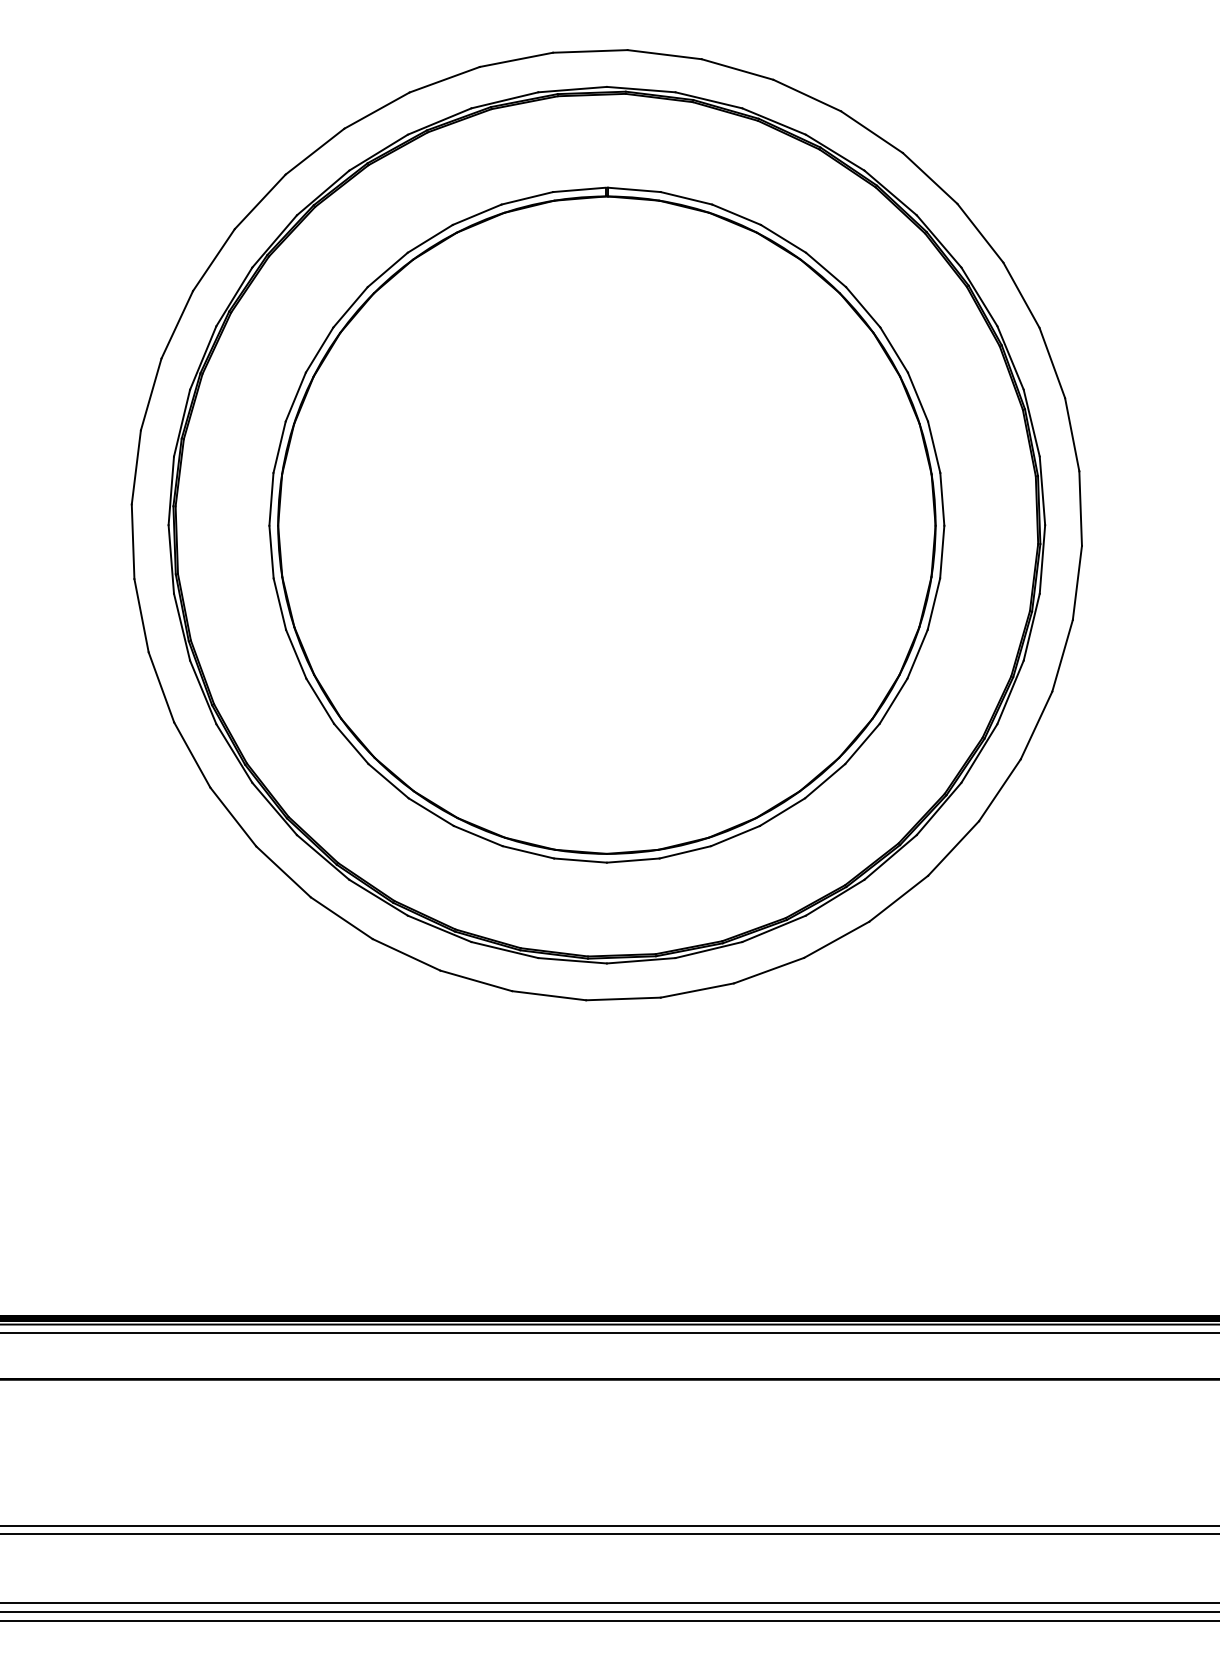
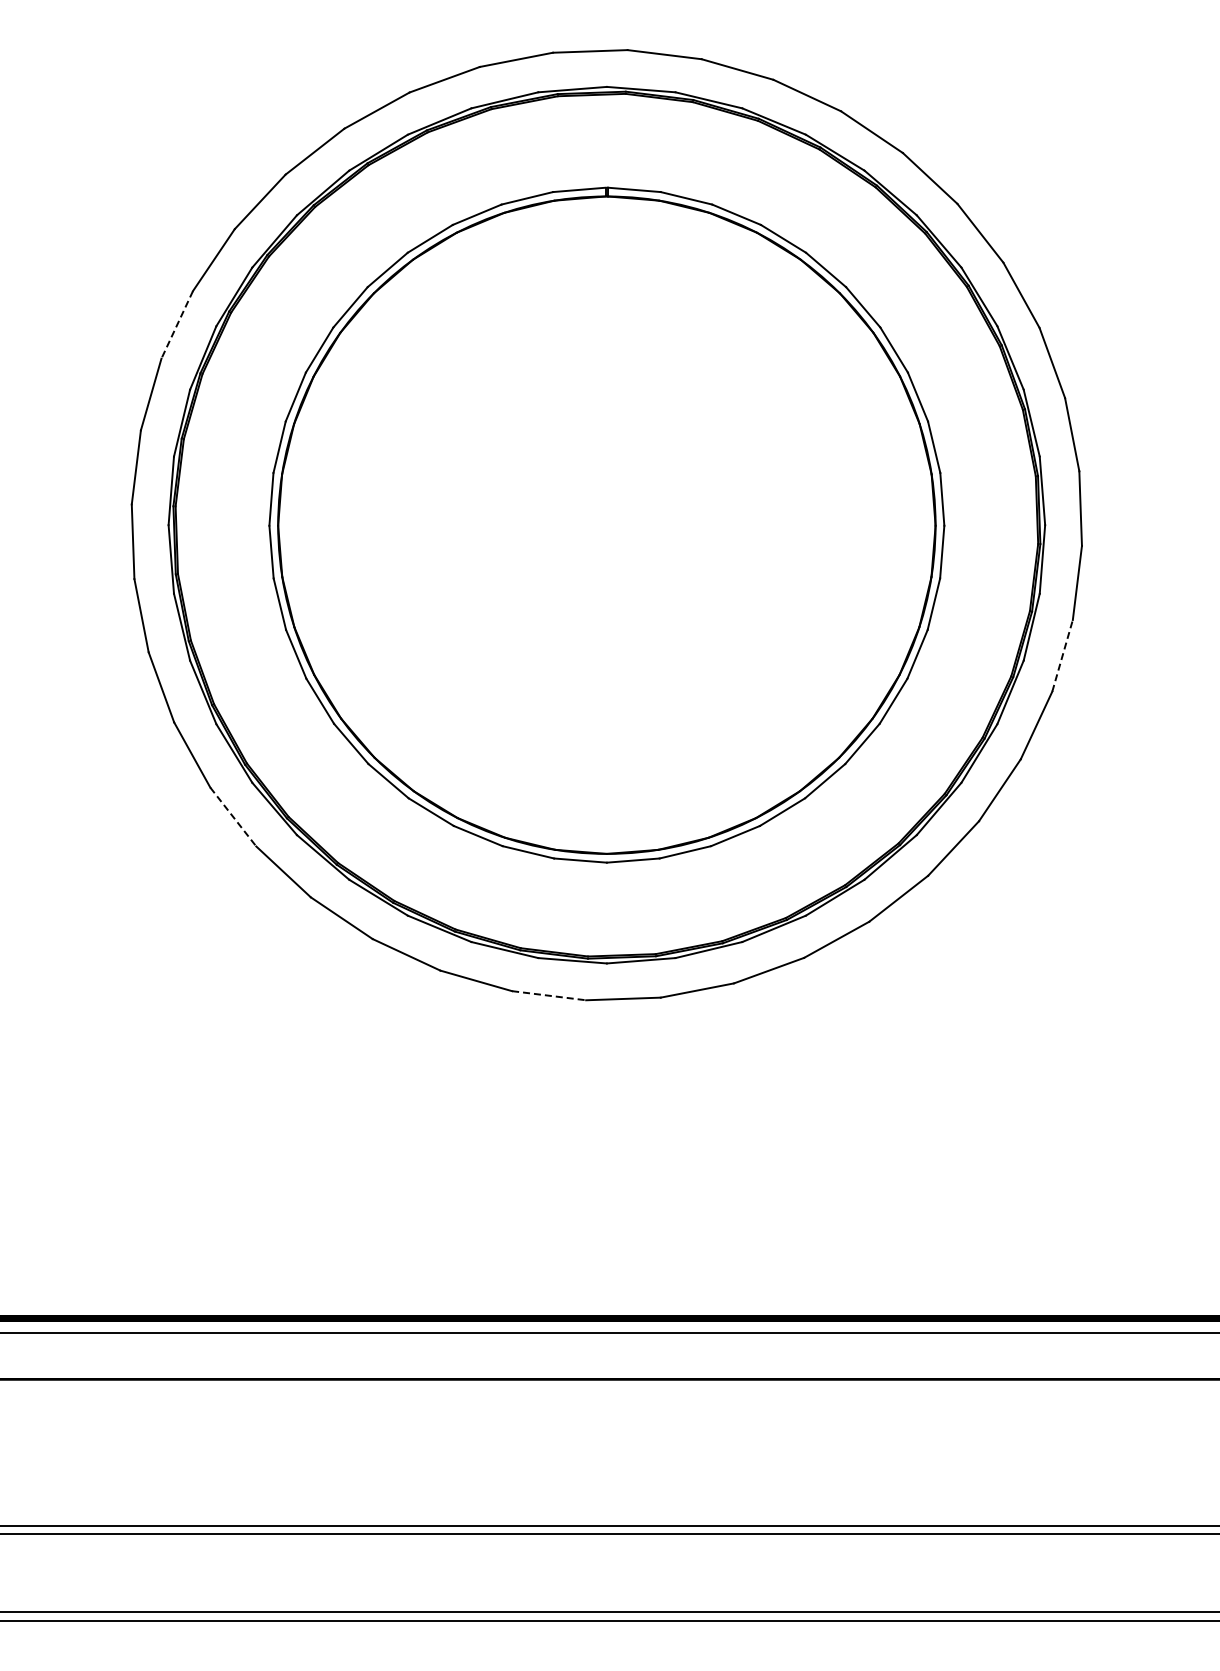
line at (177, 325): solid -> dashed
line at (1062, 655): solid -> dashed
line at (233, 817): solid -> dashed
line at (549, 995): solid -> dashed
line at (609, 1324): present -> none
line at (609, 1603): present -> none
